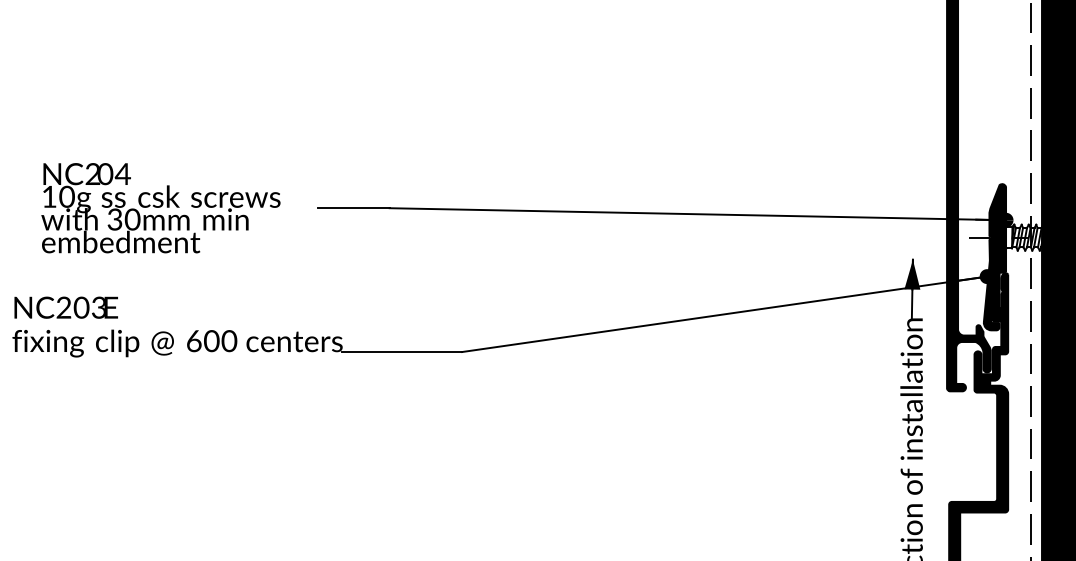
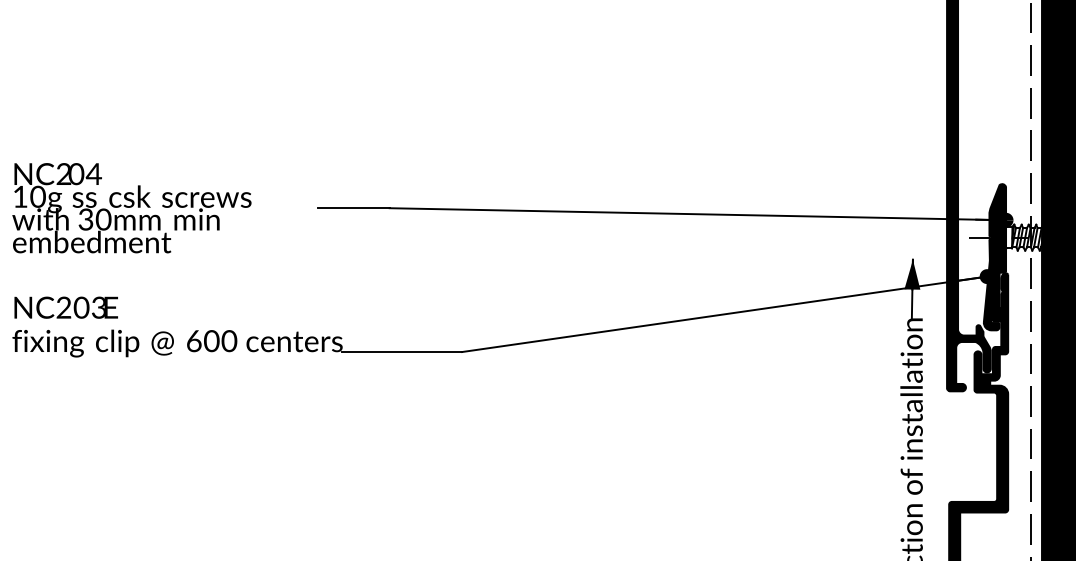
text at (160, 208) position: (160, 208) -> (131, 208)
